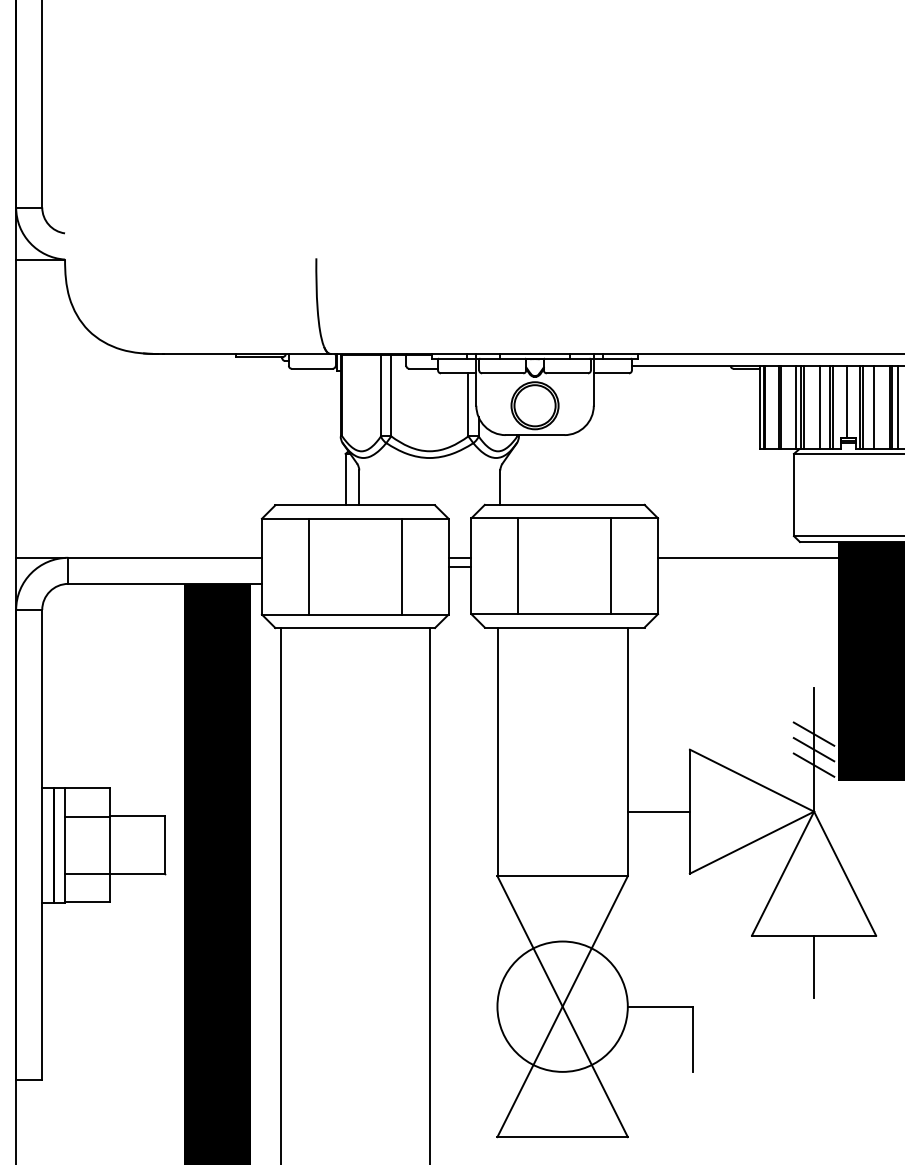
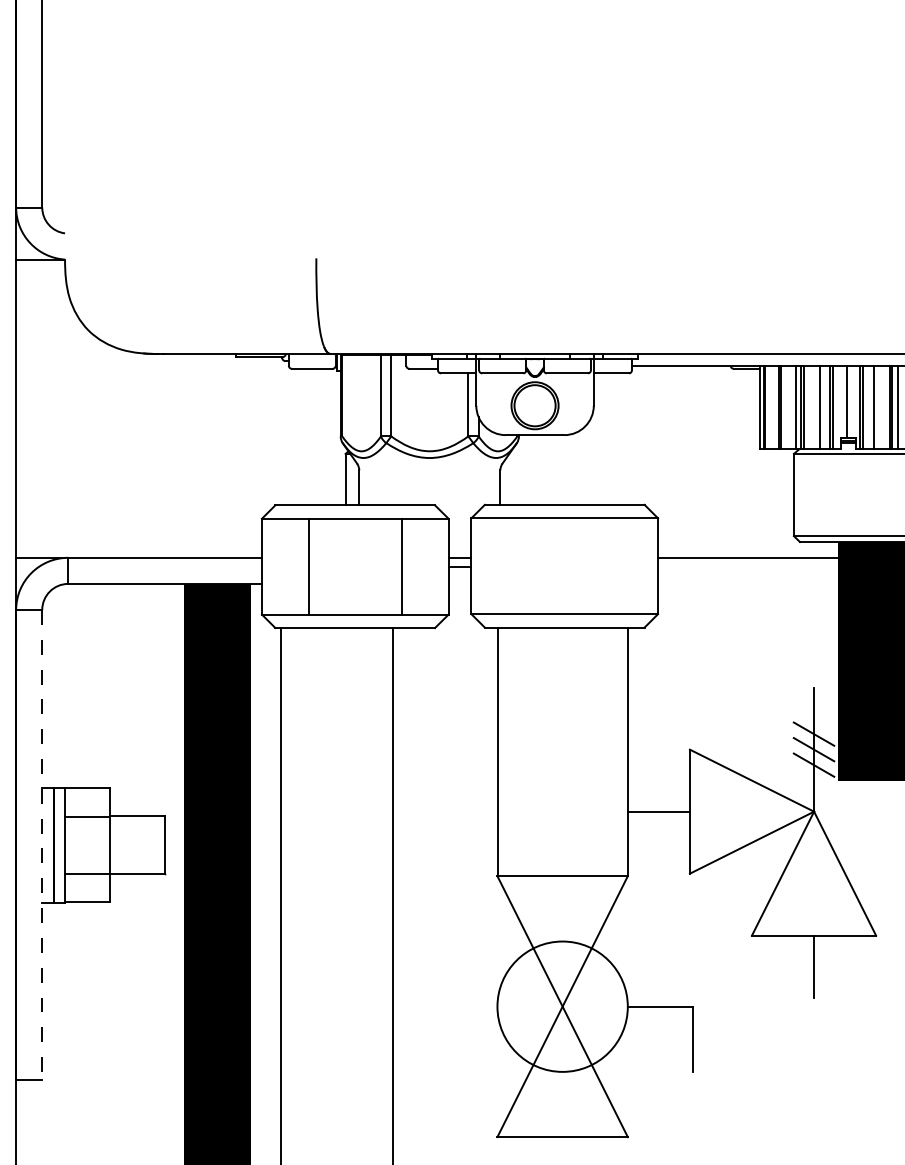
line at (518, 566): present -> none
line at (611, 566): present -> none
line at (42, 844): solid -> dashed
line at (429, 894) position: (429, 894) -> (392, 894)
